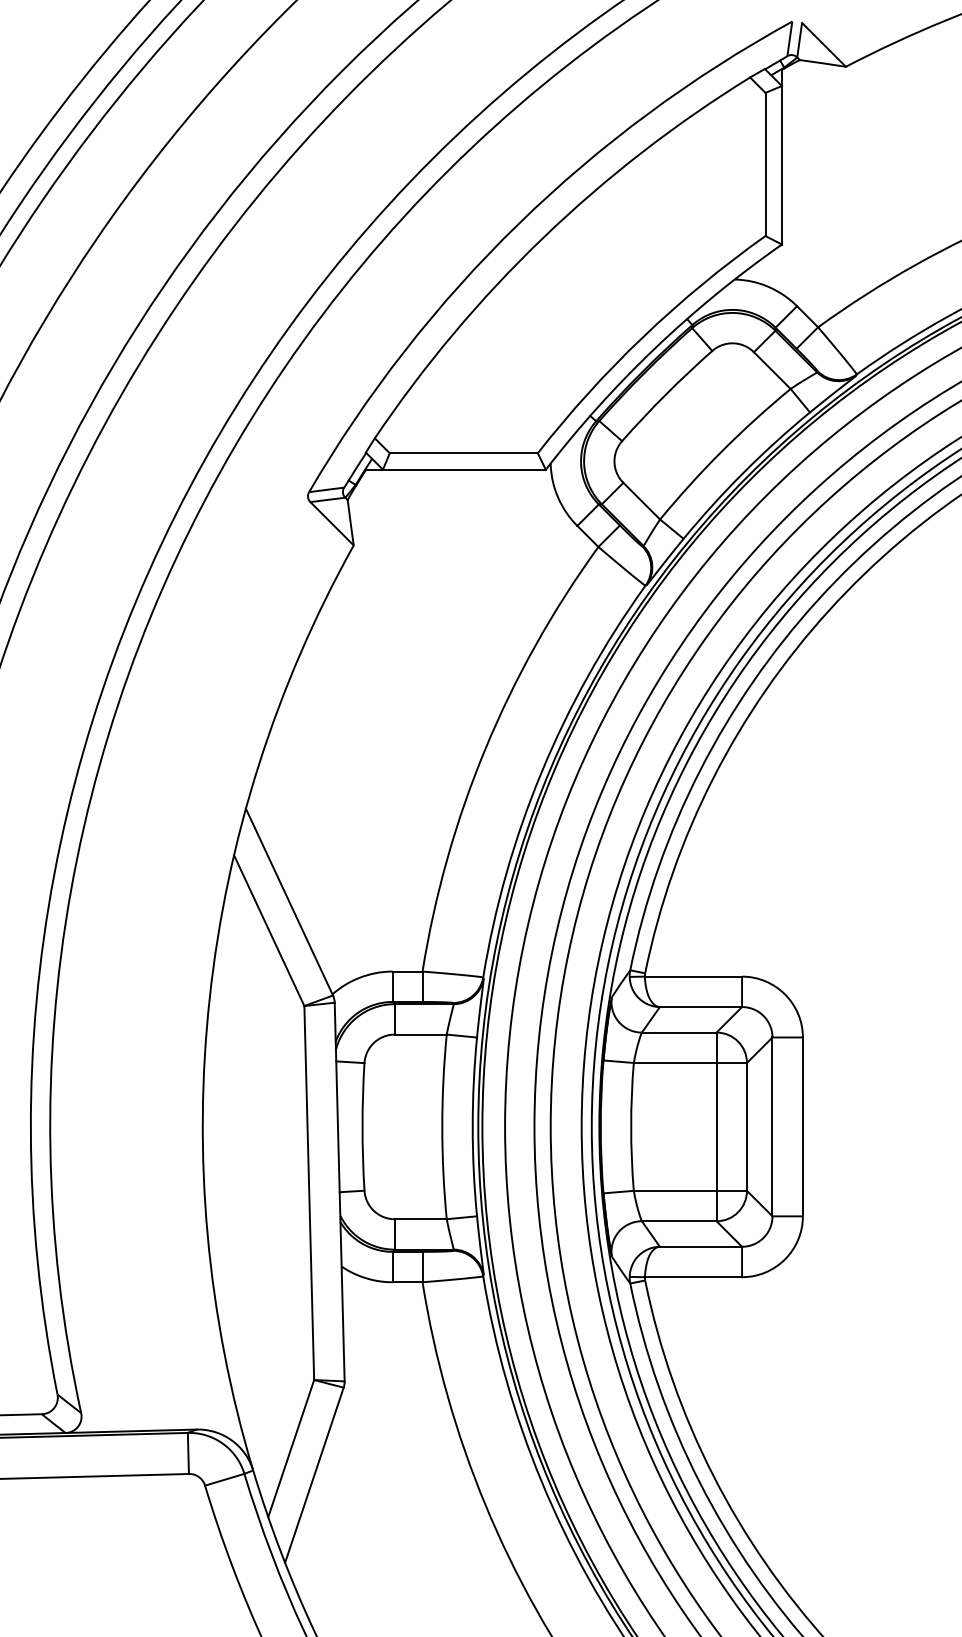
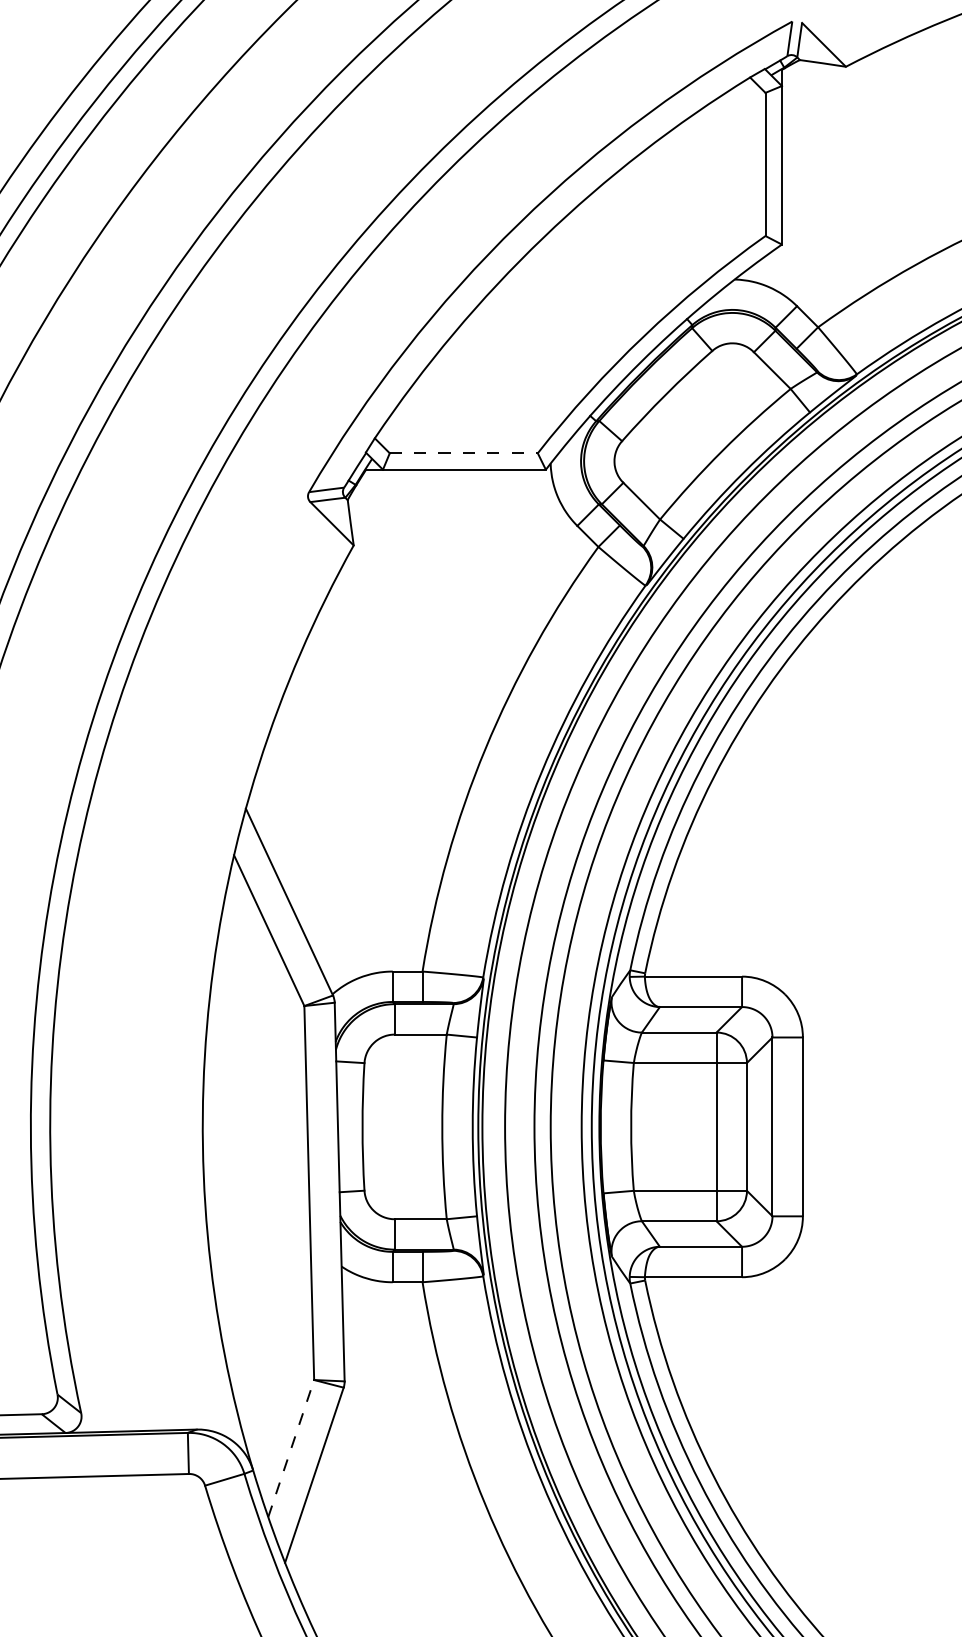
line at (464, 453): solid -> dashed
line at (291, 1448): solid -> dashed
